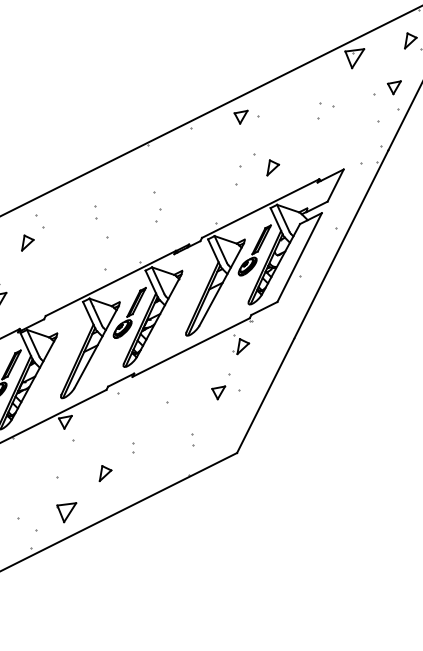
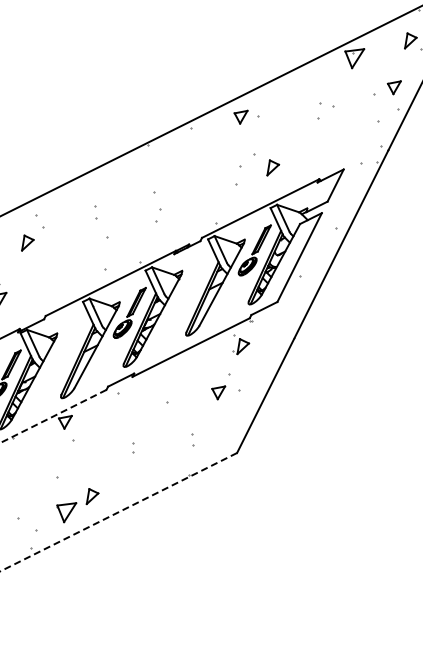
line at (52, 416): solid -> dashed
part at (105, 473) position: (105, 473) -> (92, 496)
line at (118, 512): solid -> dashed
